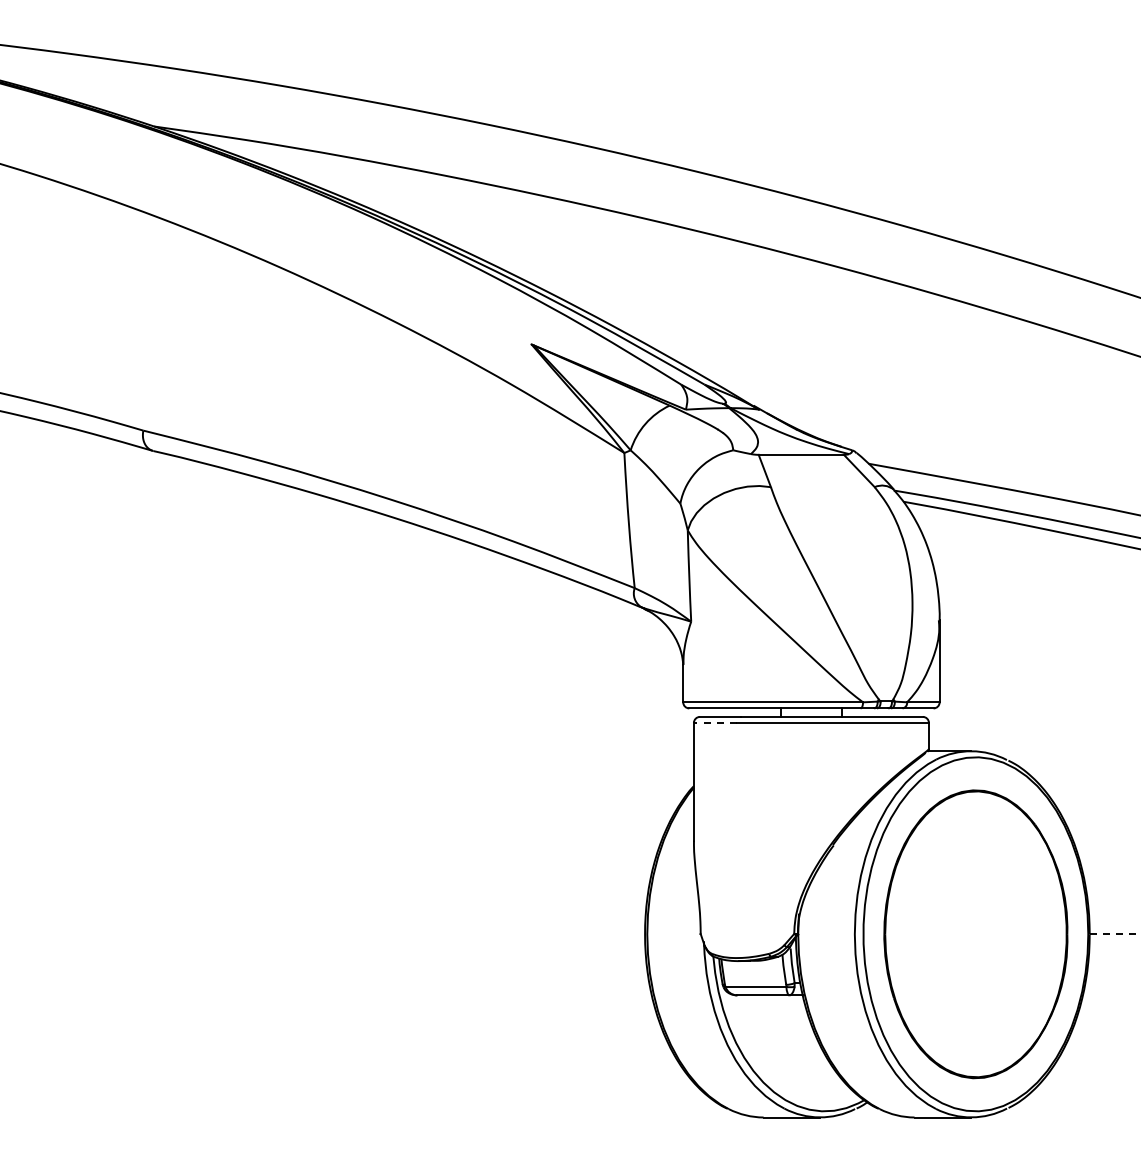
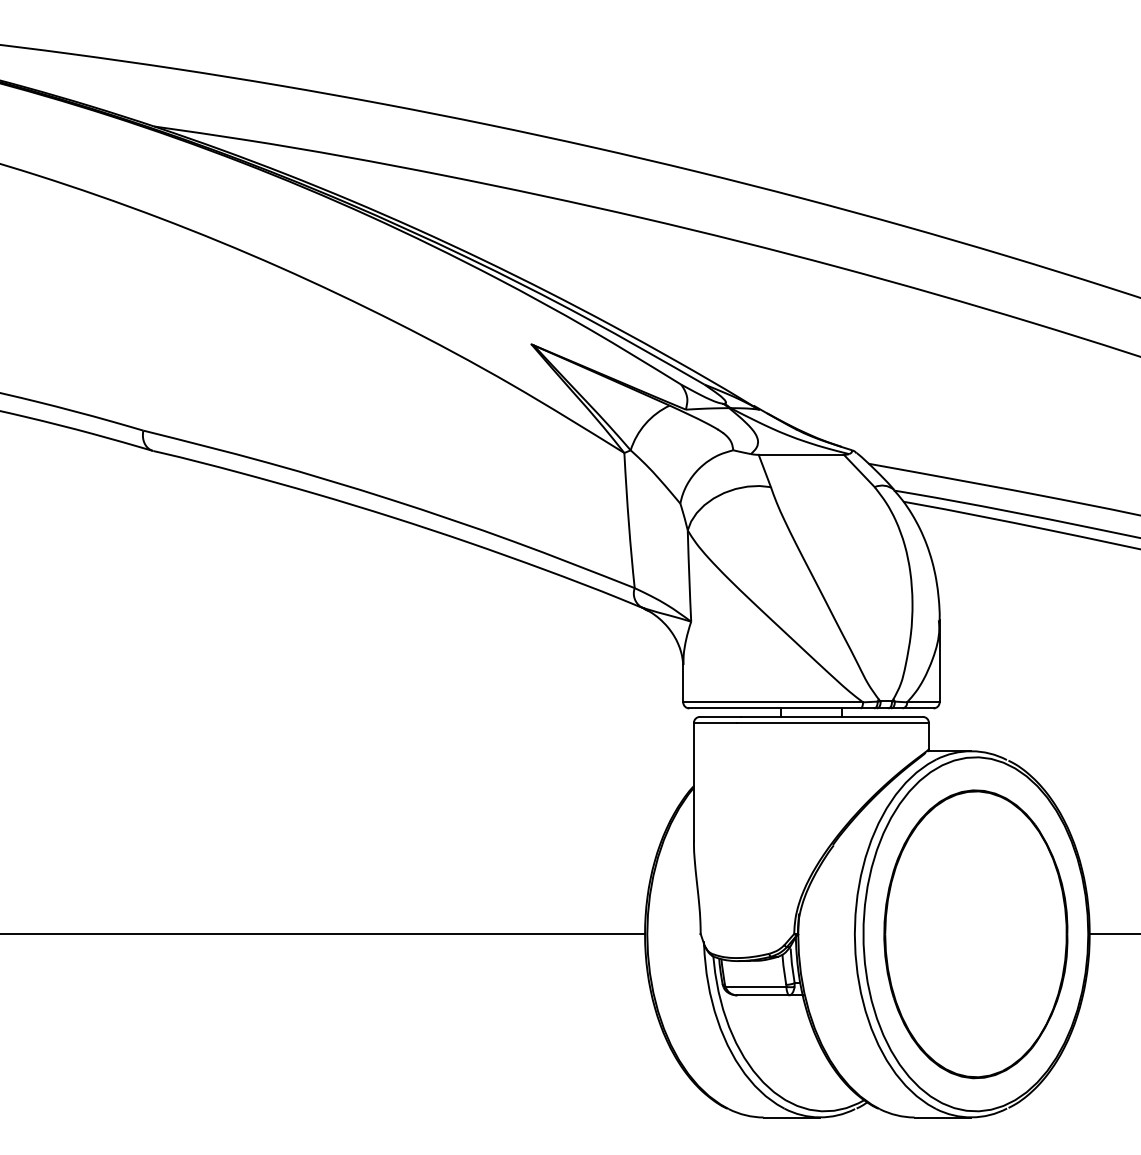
line at (714, 723): dashed -> solid
line at (323, 934): none -> present
line at (1115, 934): dashed -> solid
